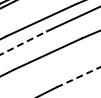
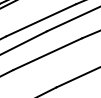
line at (23, 42): dashed -> solid
line at (78, 77): dashed -> solid
